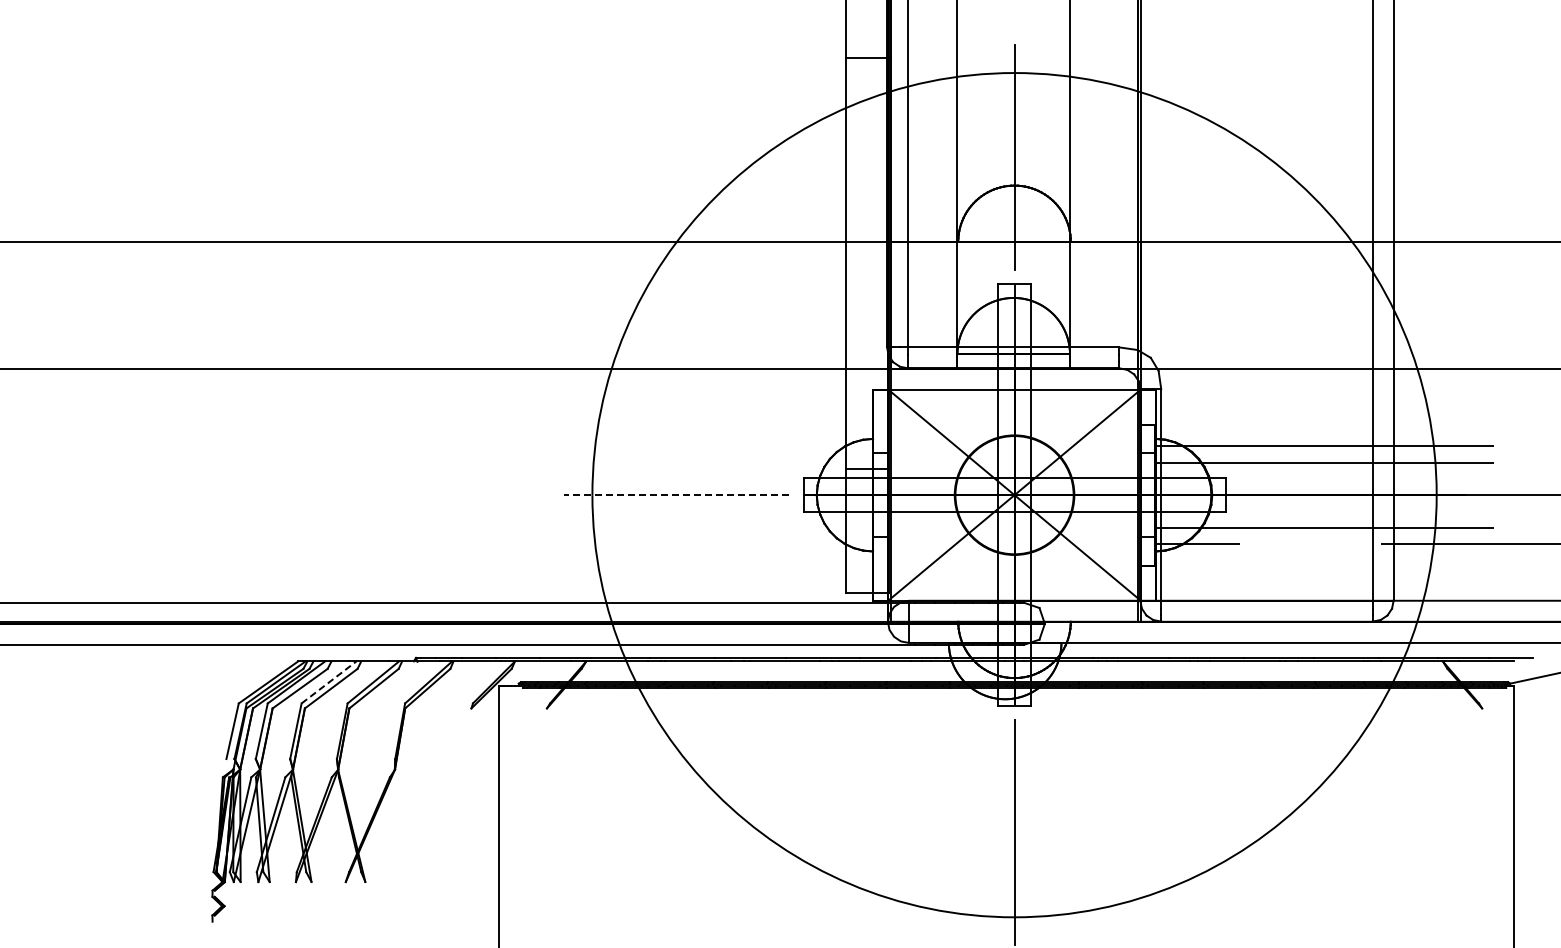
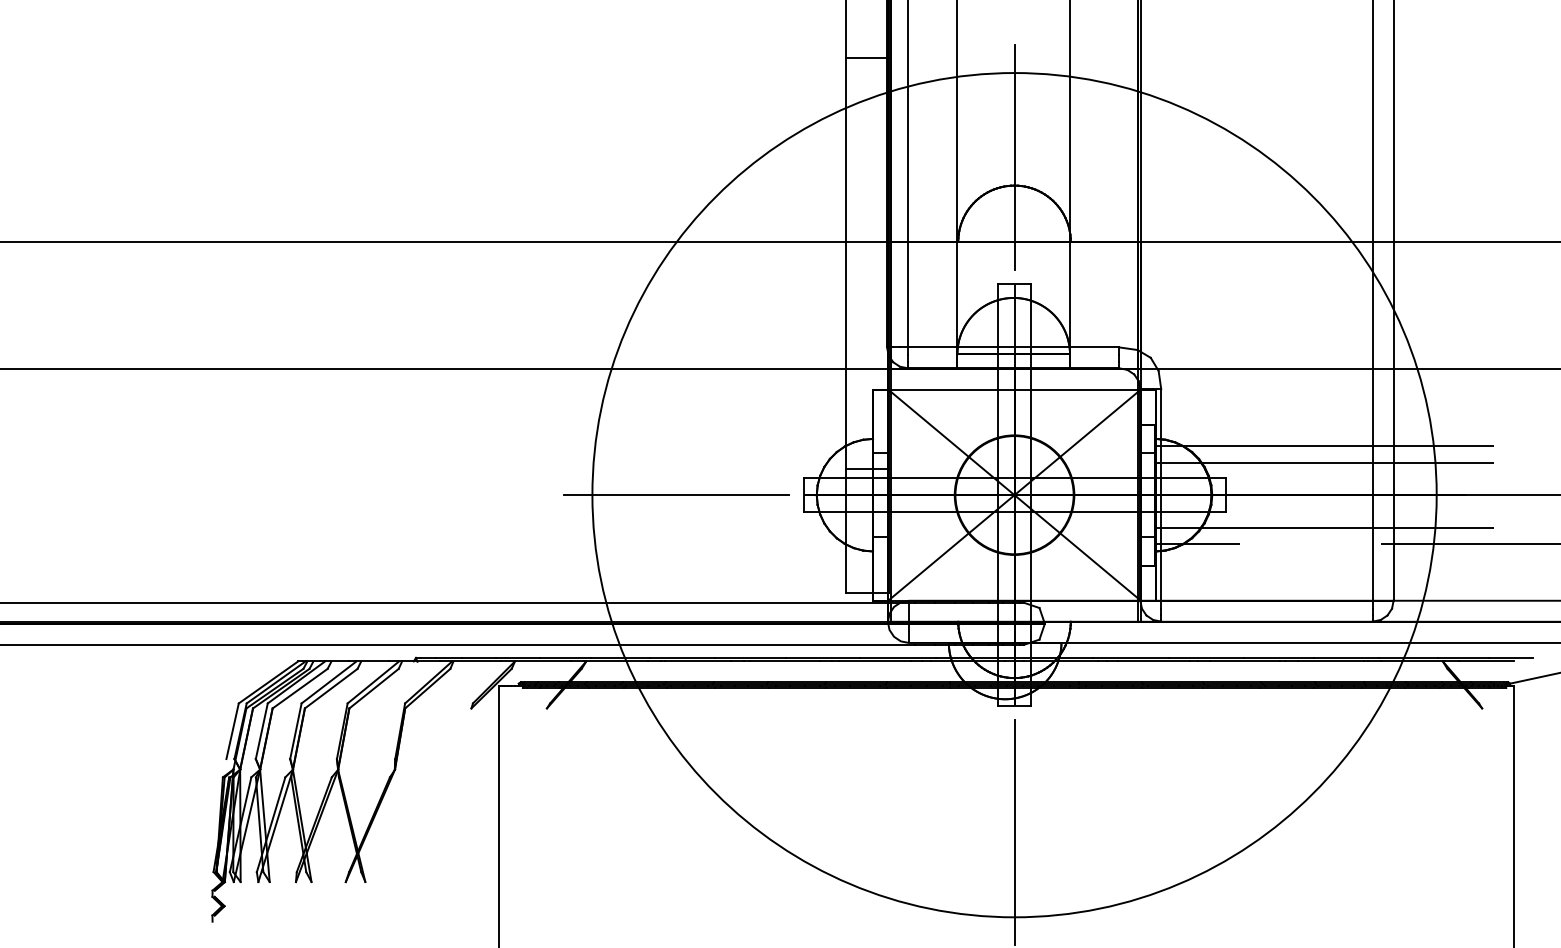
line at (676, 495): dashed -> solid
line at (329, 682): dashed -> solid
